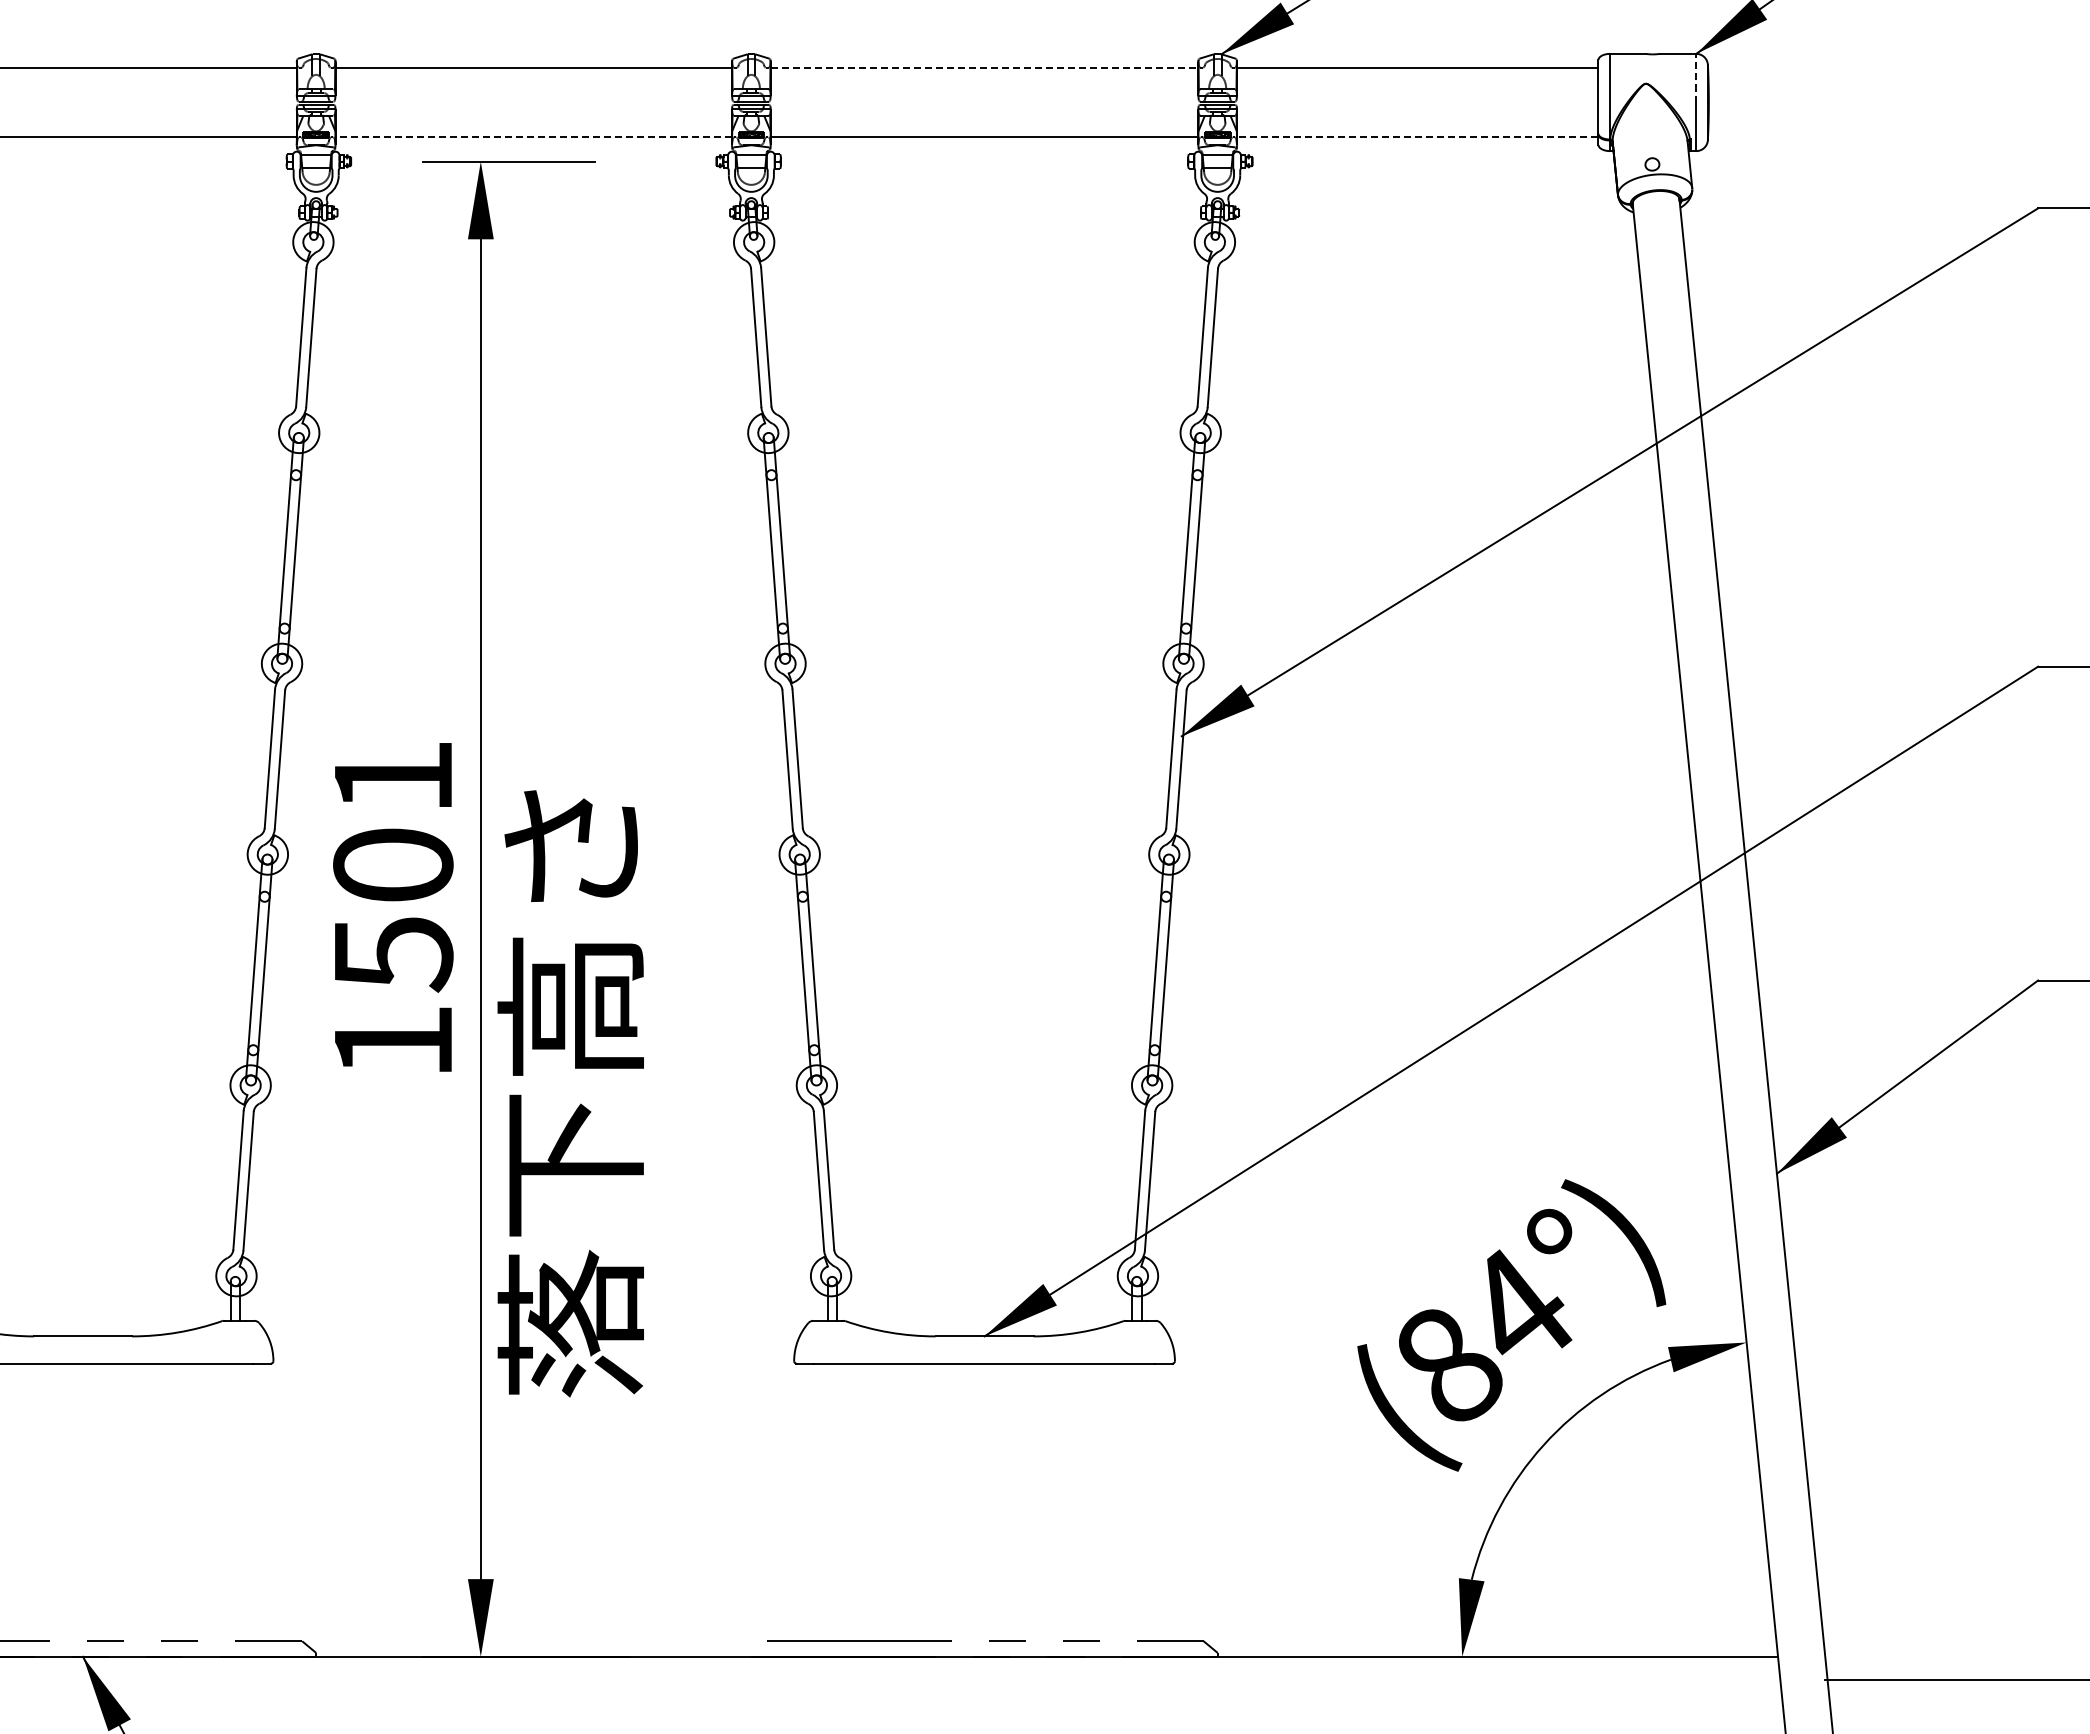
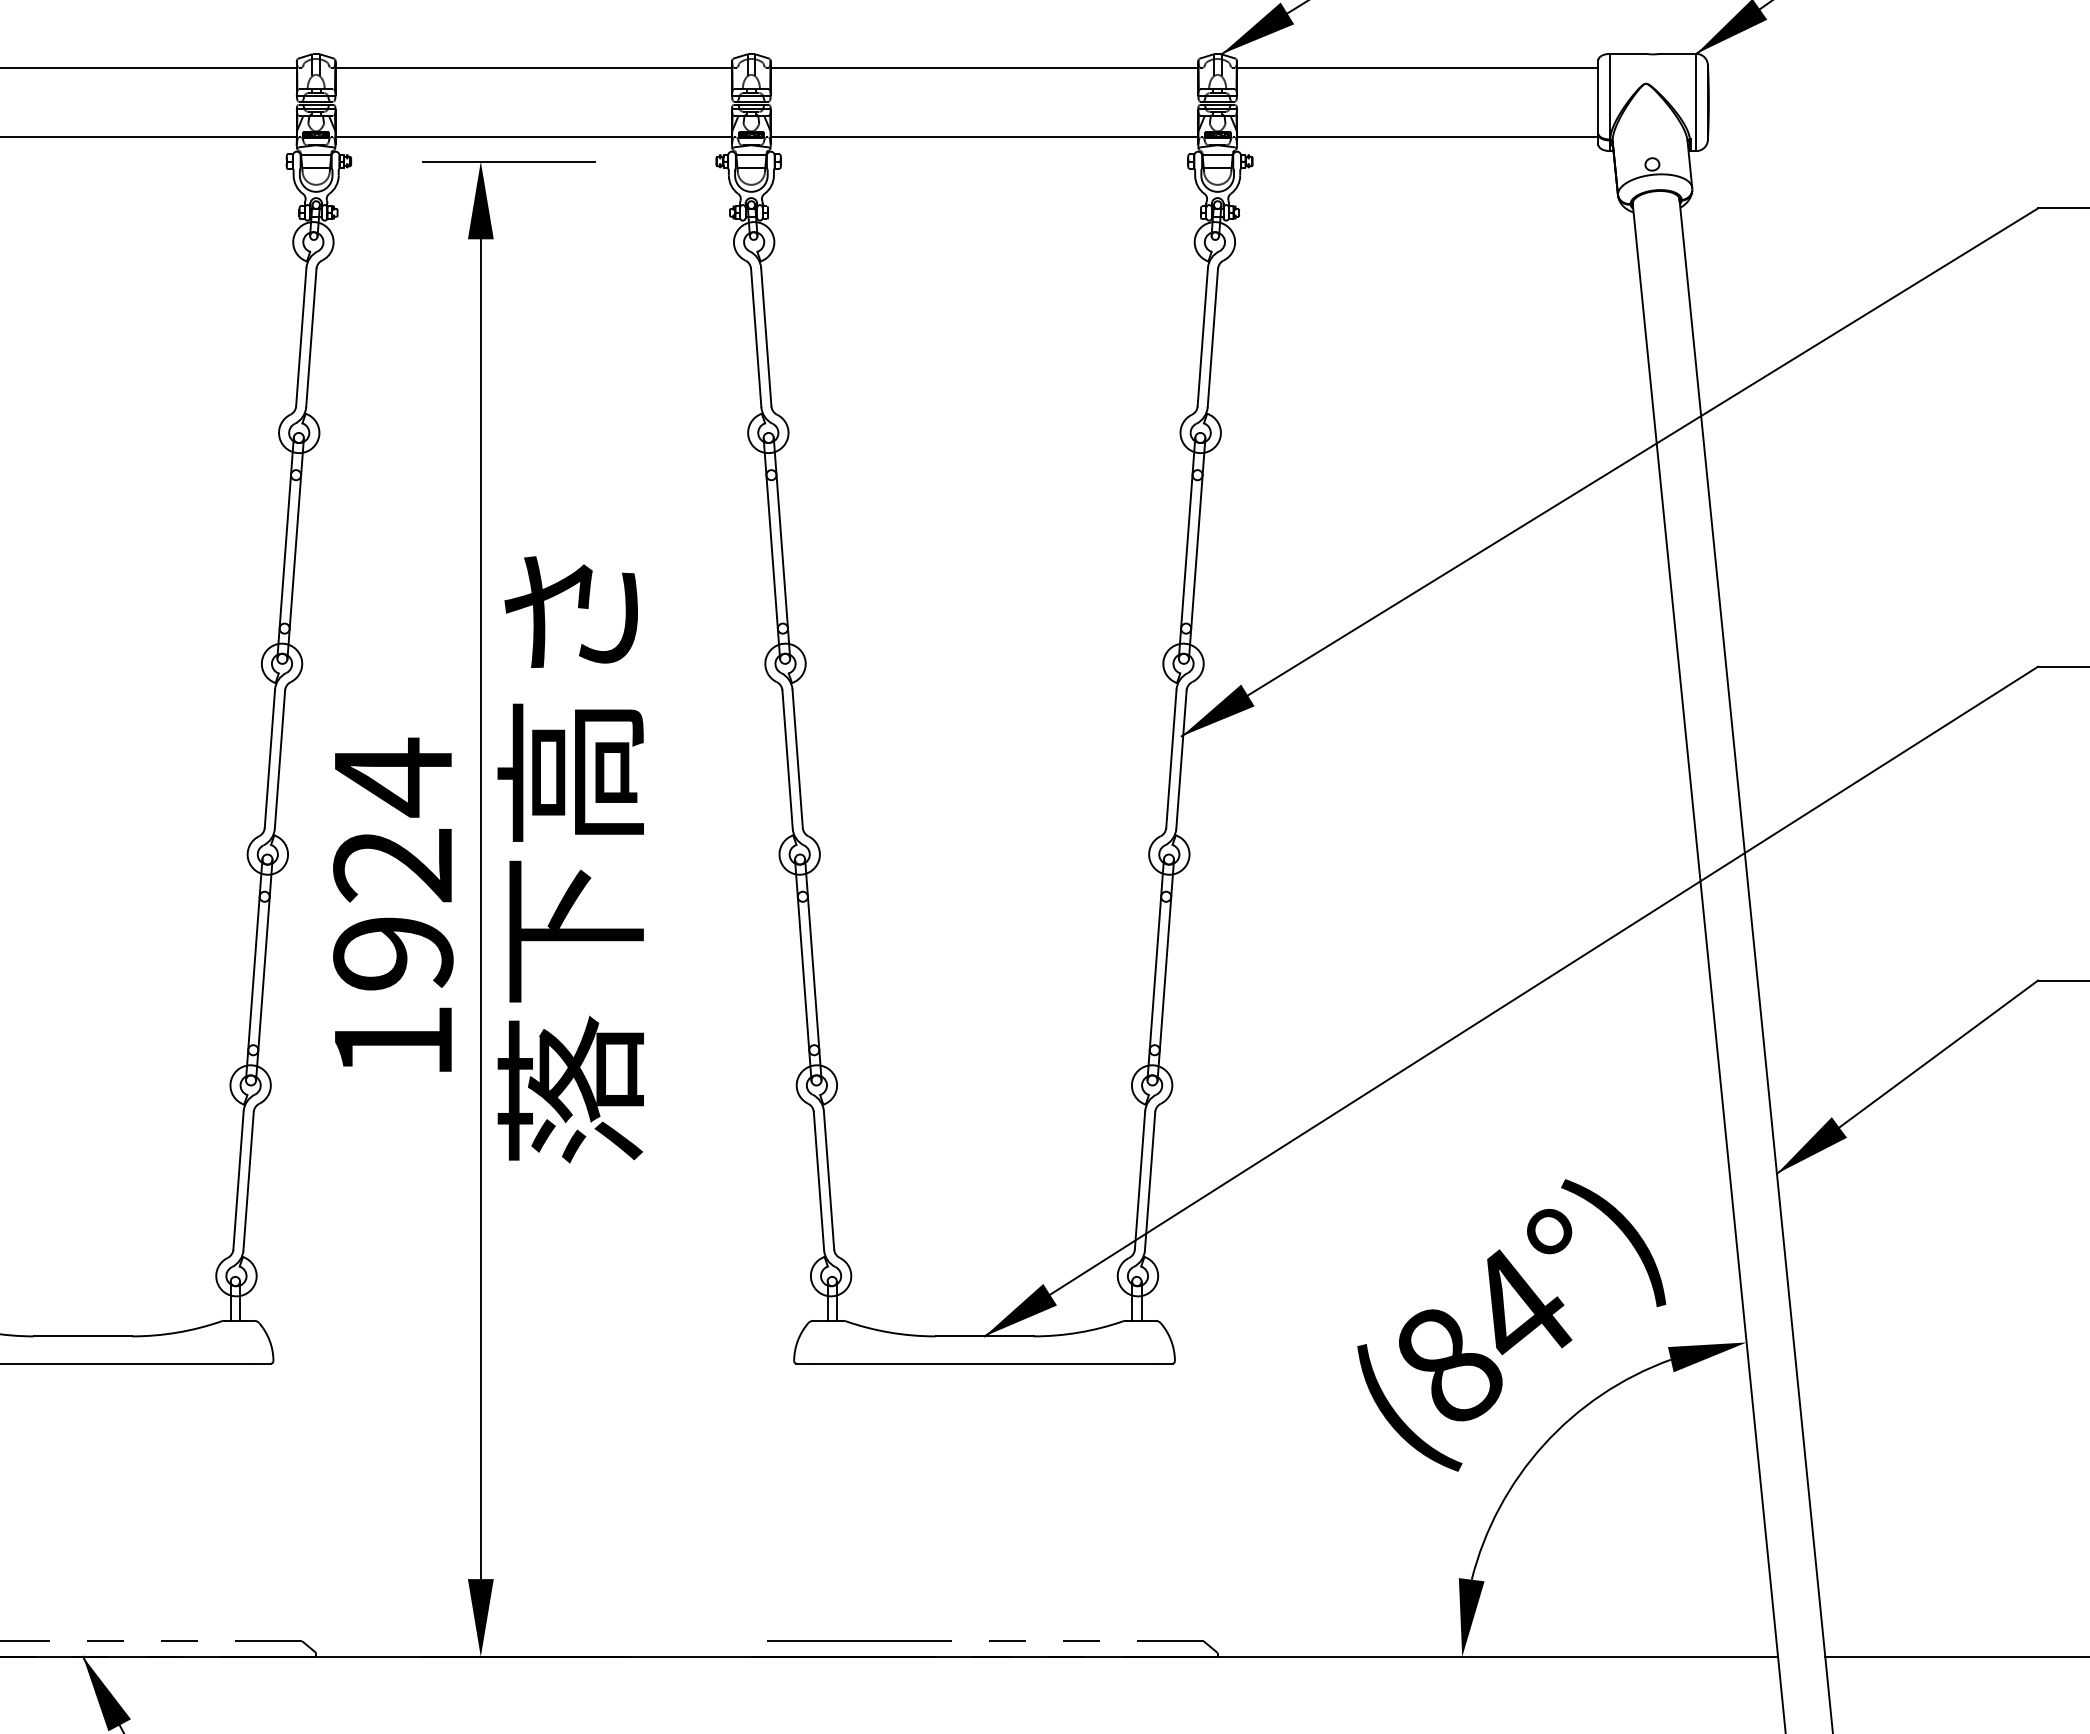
line at (984, 67): dashed -> solid
line at (1696, 77): dashed -> solid
line at (533, 137): dashed -> solid
line at (1417, 137): dashed -> solid
text at (393, 864): 1501 -> 1924
text at (570, 1093) position: (570, 1093) -> (570, 859)
line at (1955, 1679) position: (1955, 1679) -> (1955, 1656)
